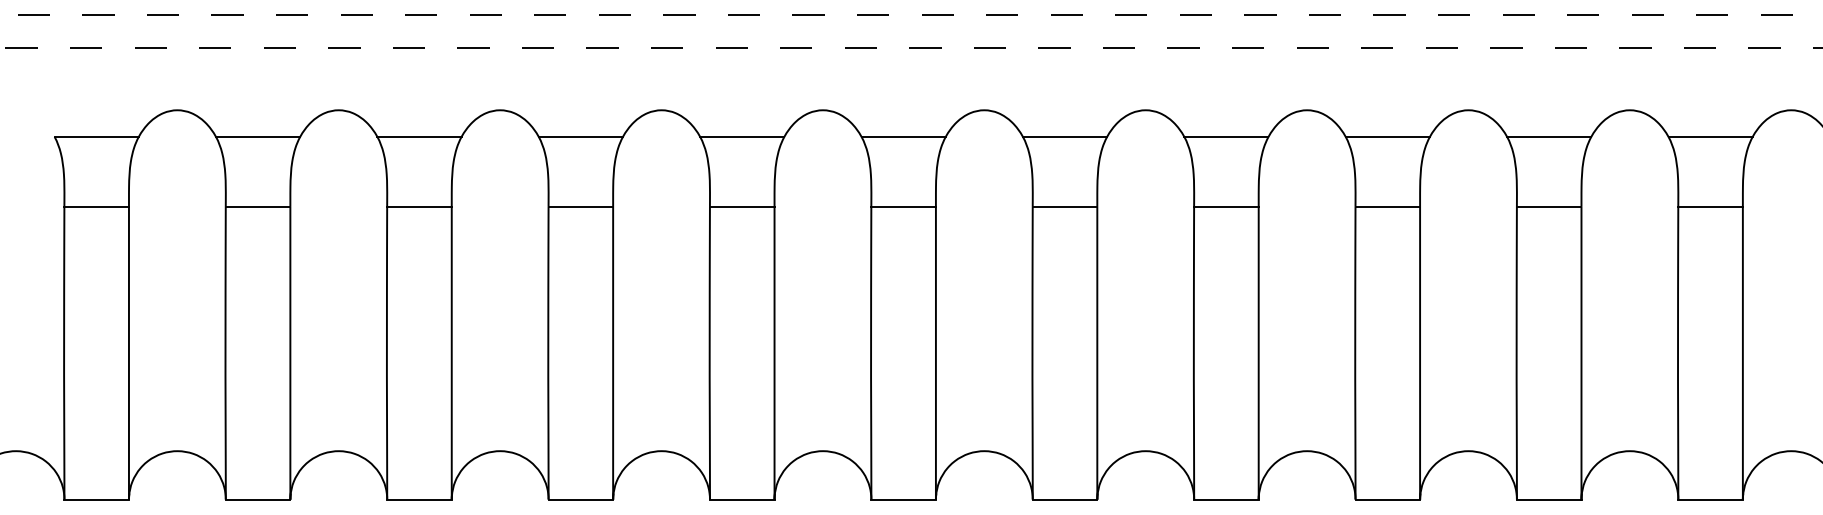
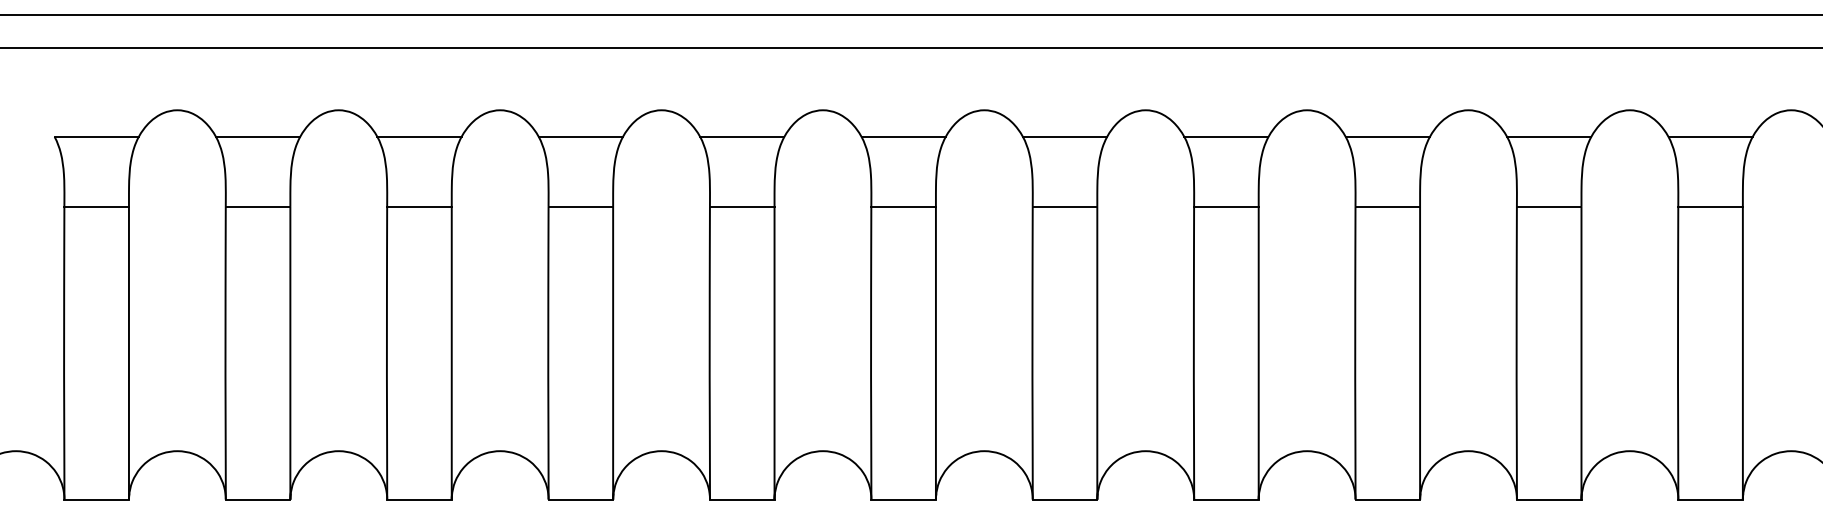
line at (911, 15): dashed -> solid
line at (911, 47): dashed -> solid
